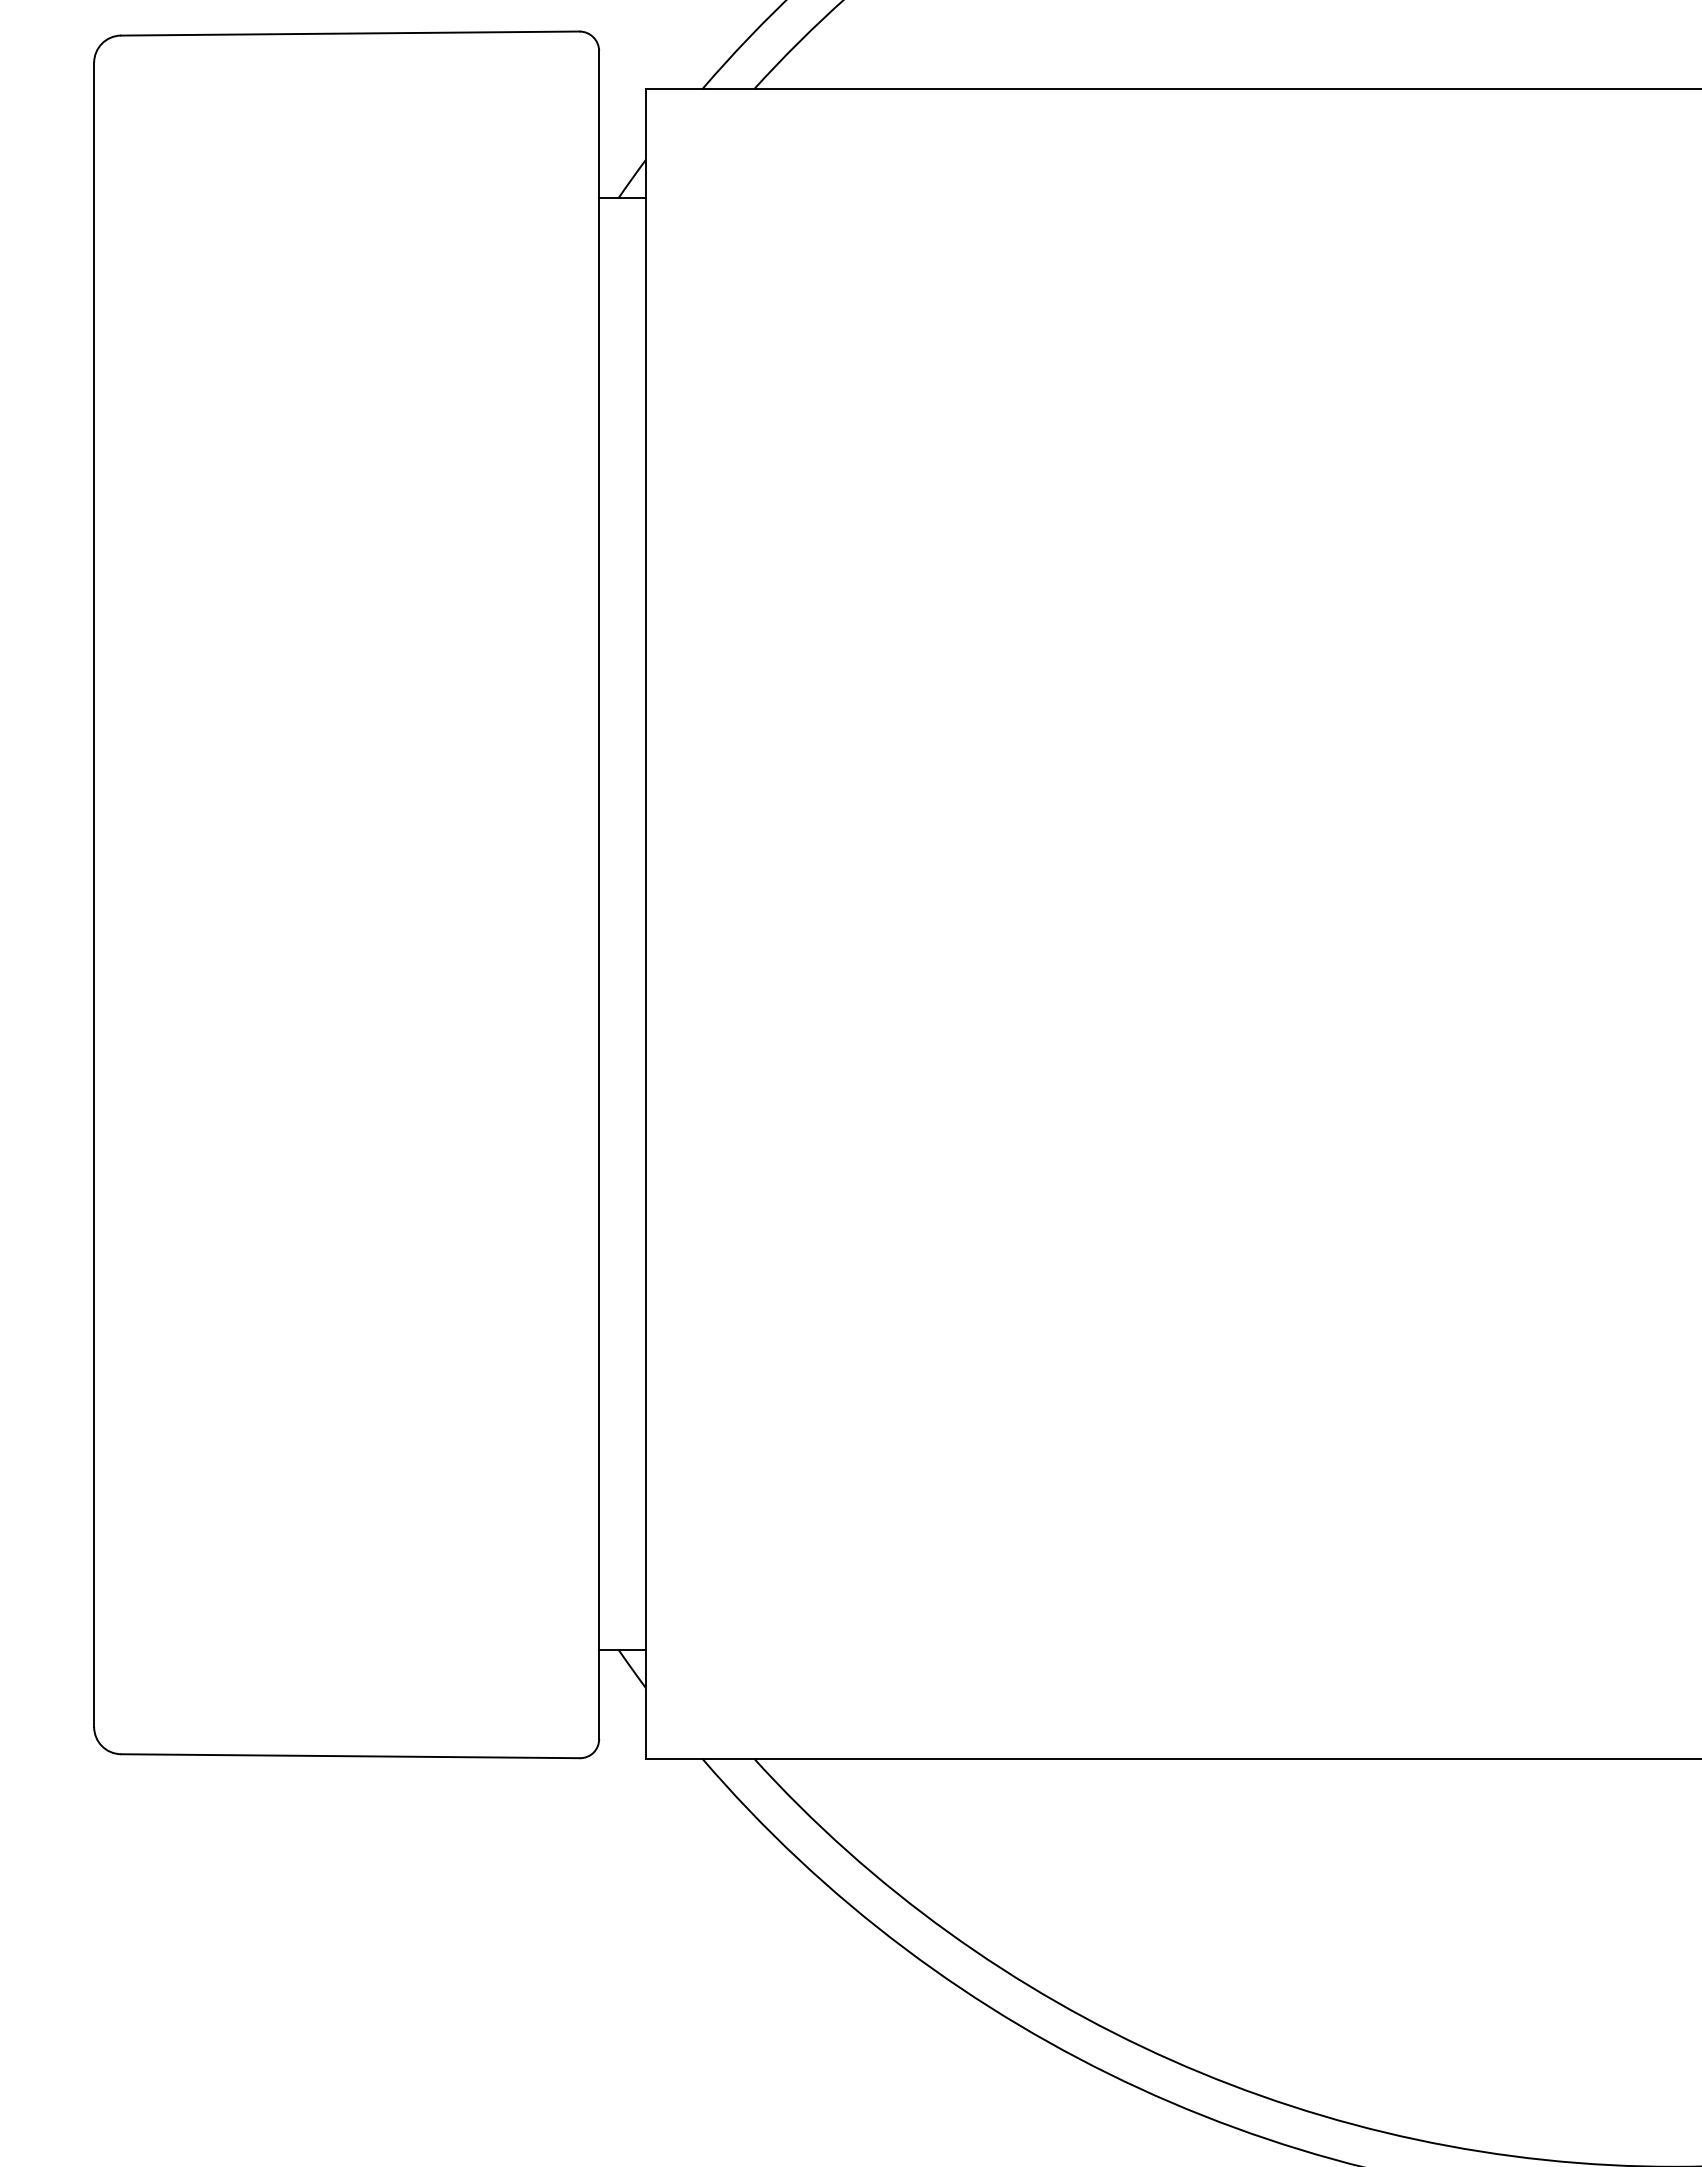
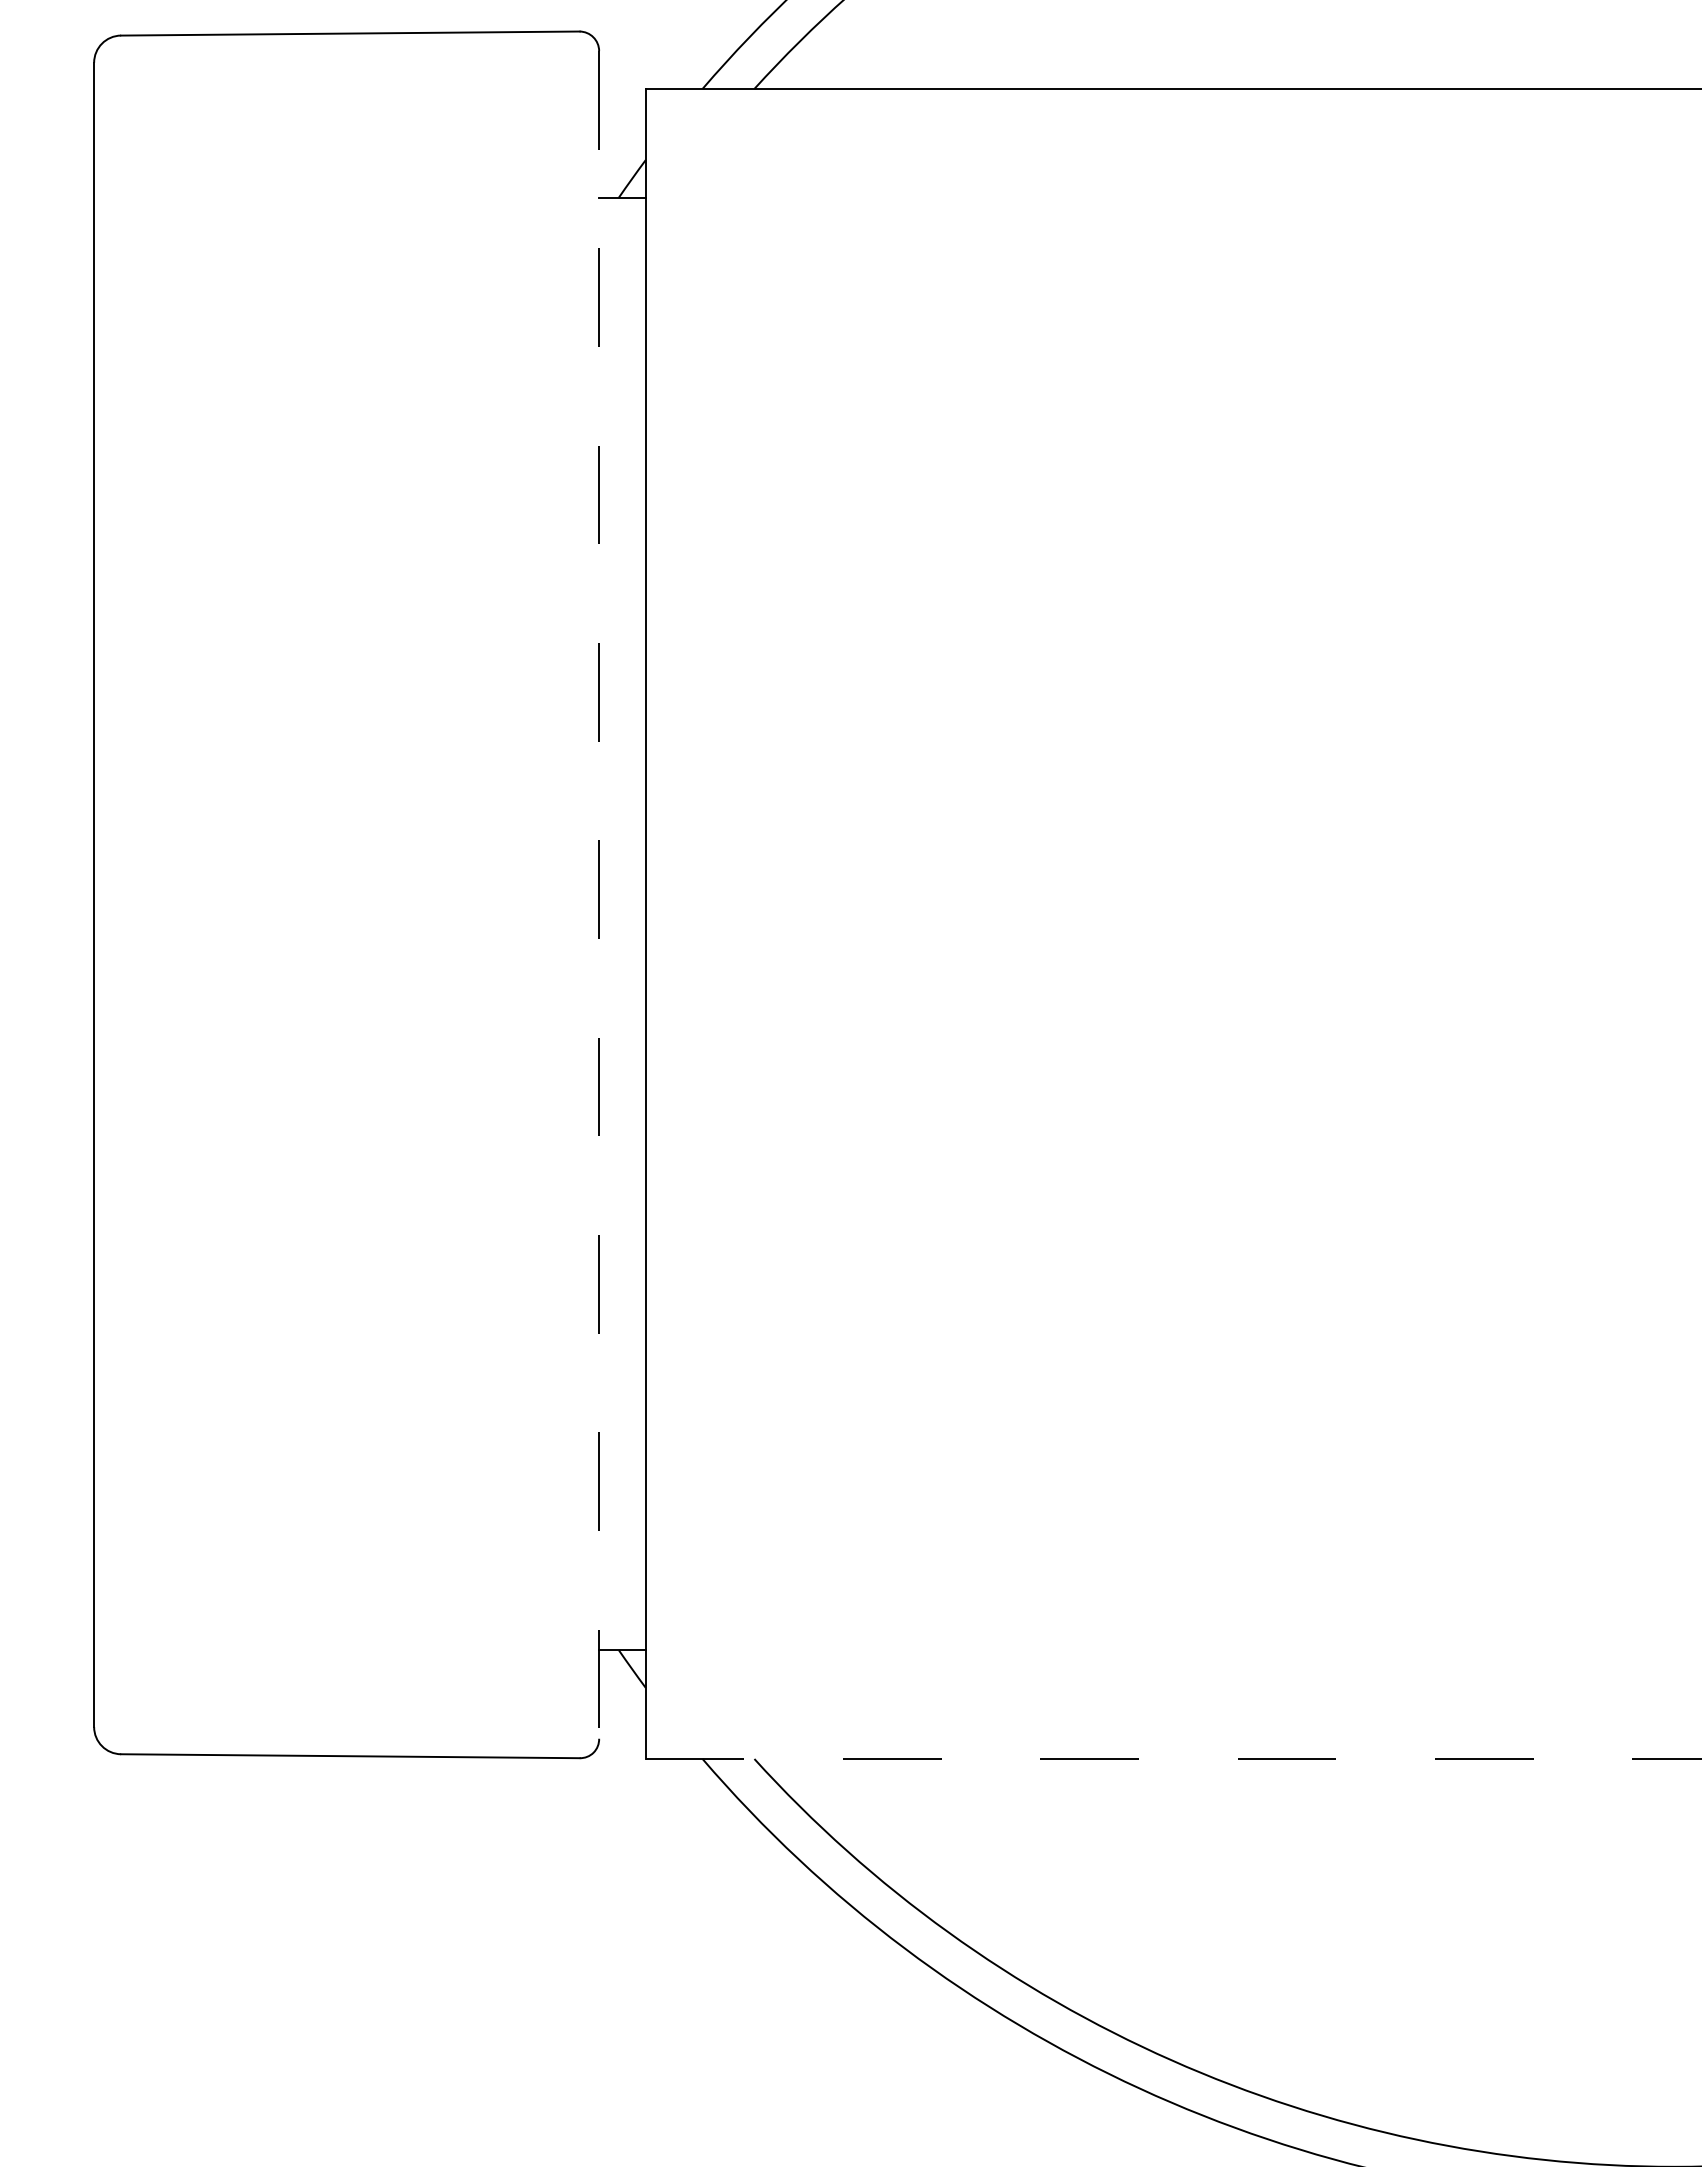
line at (599, 894): solid -> dashed
line at (1173, 1759): solid -> dashed
